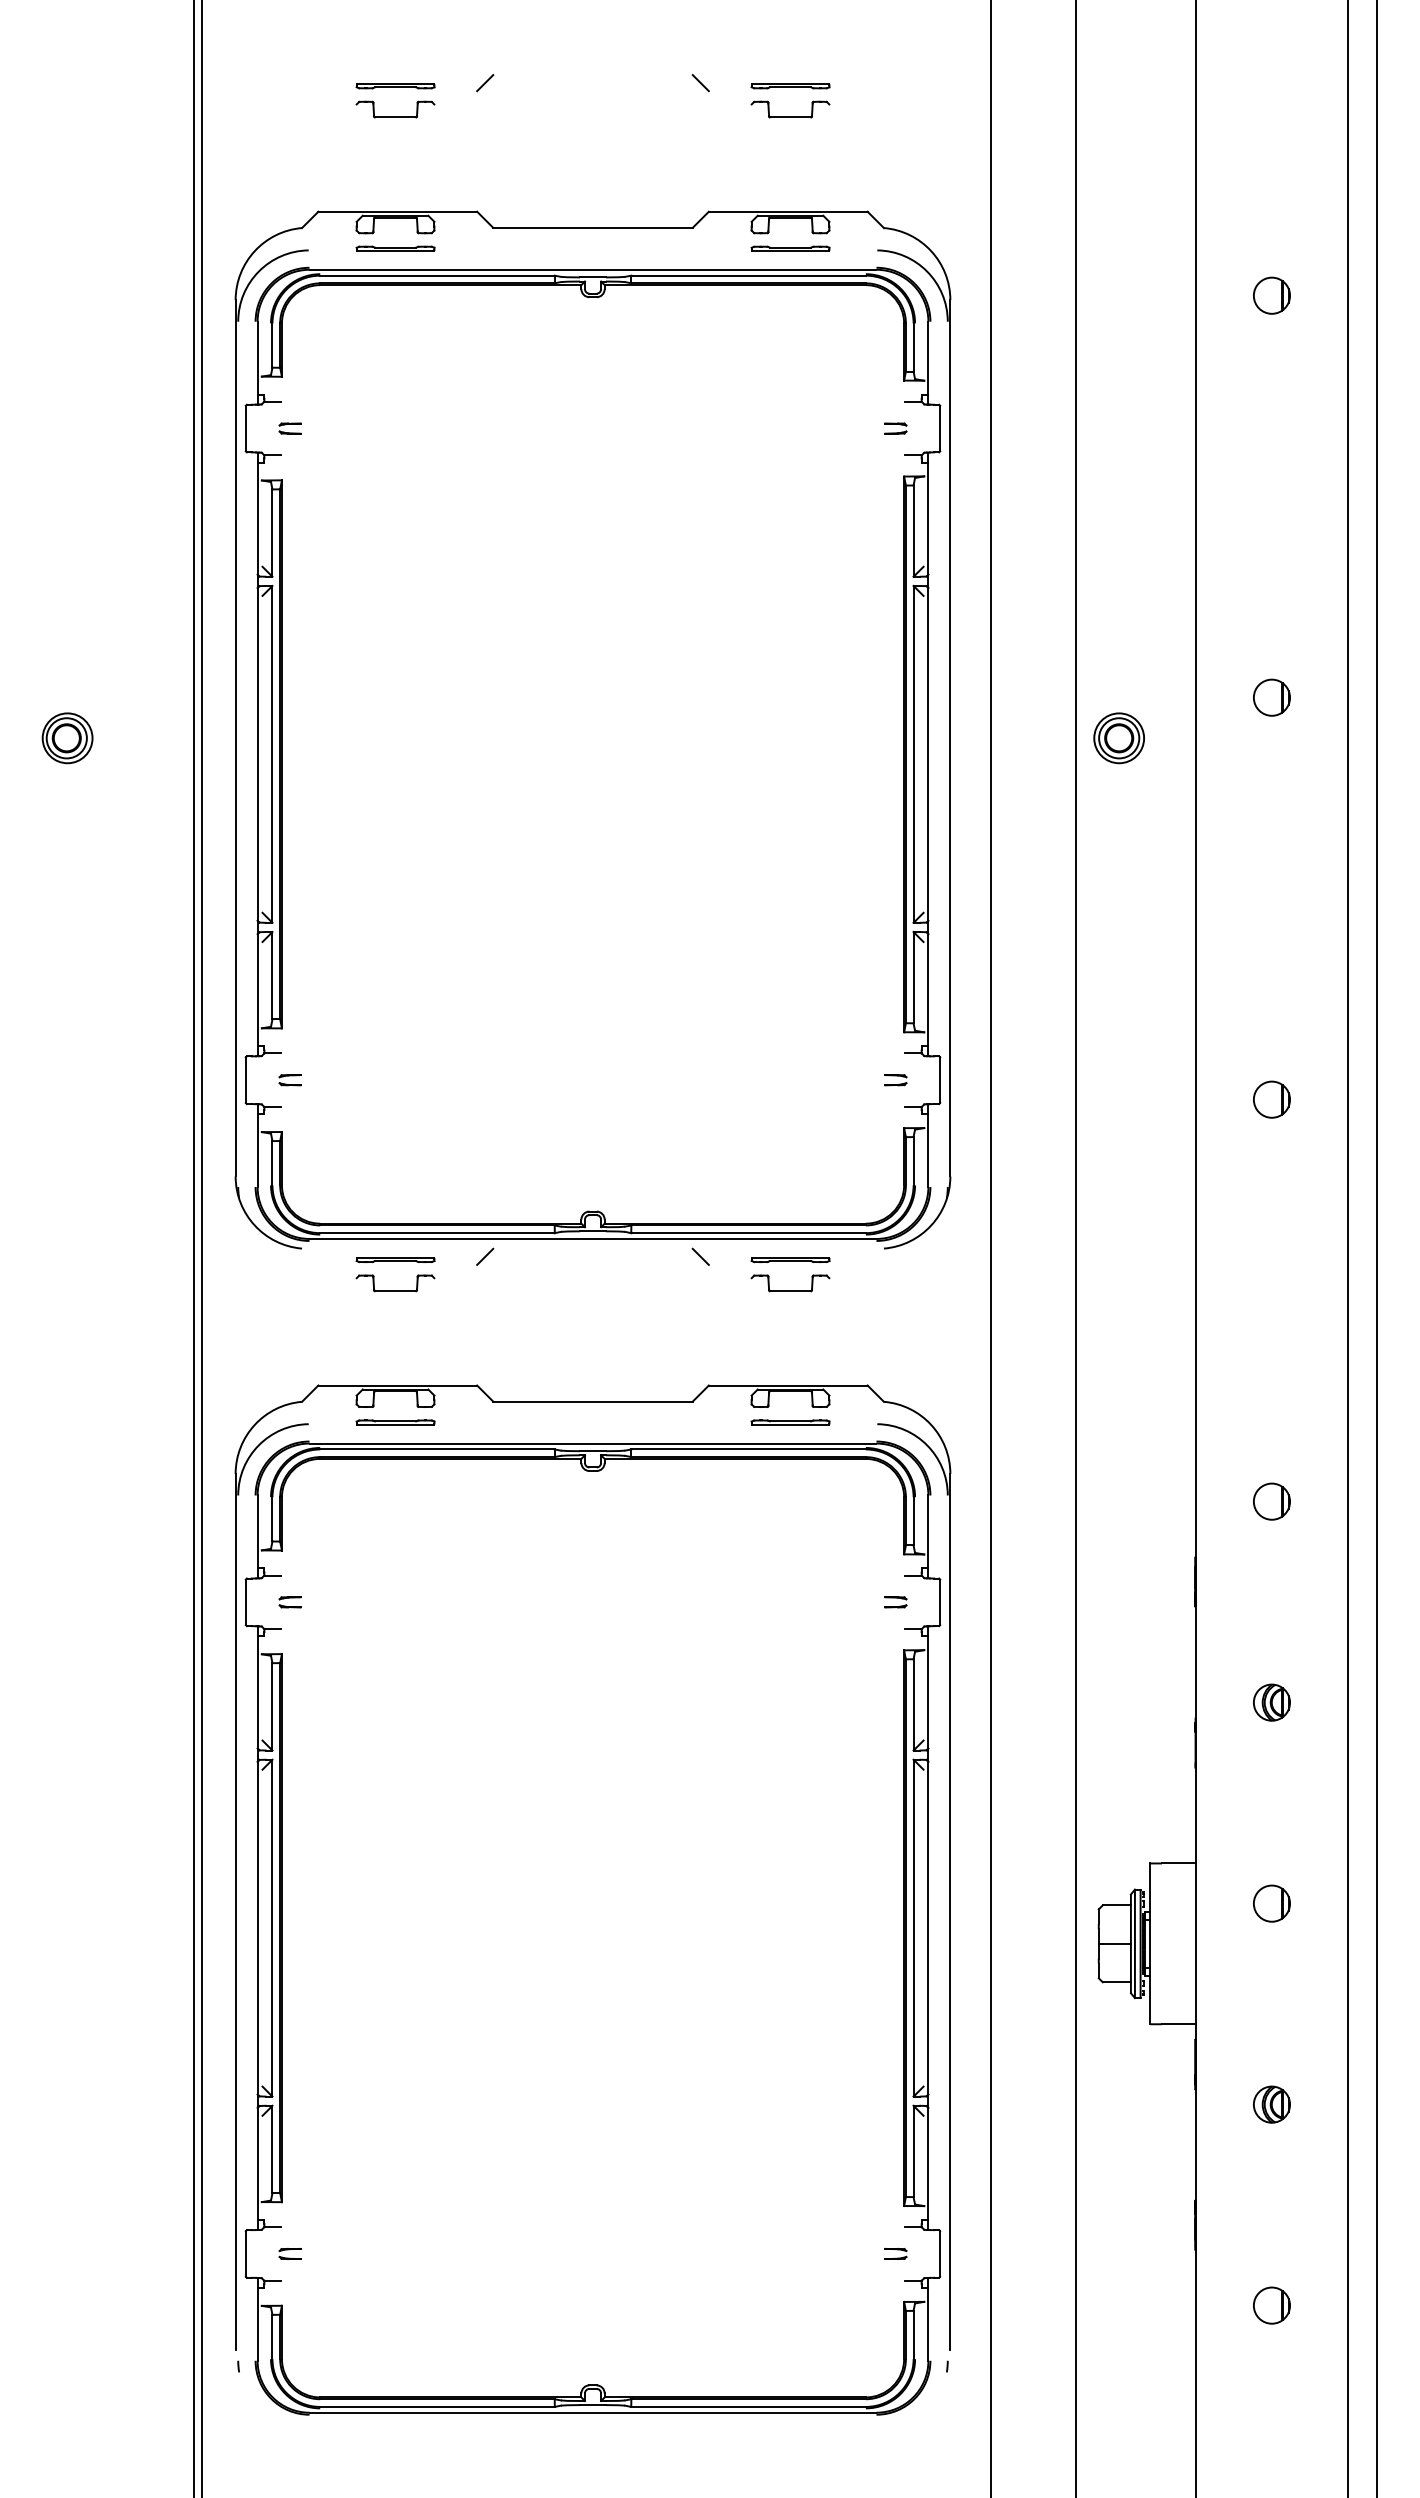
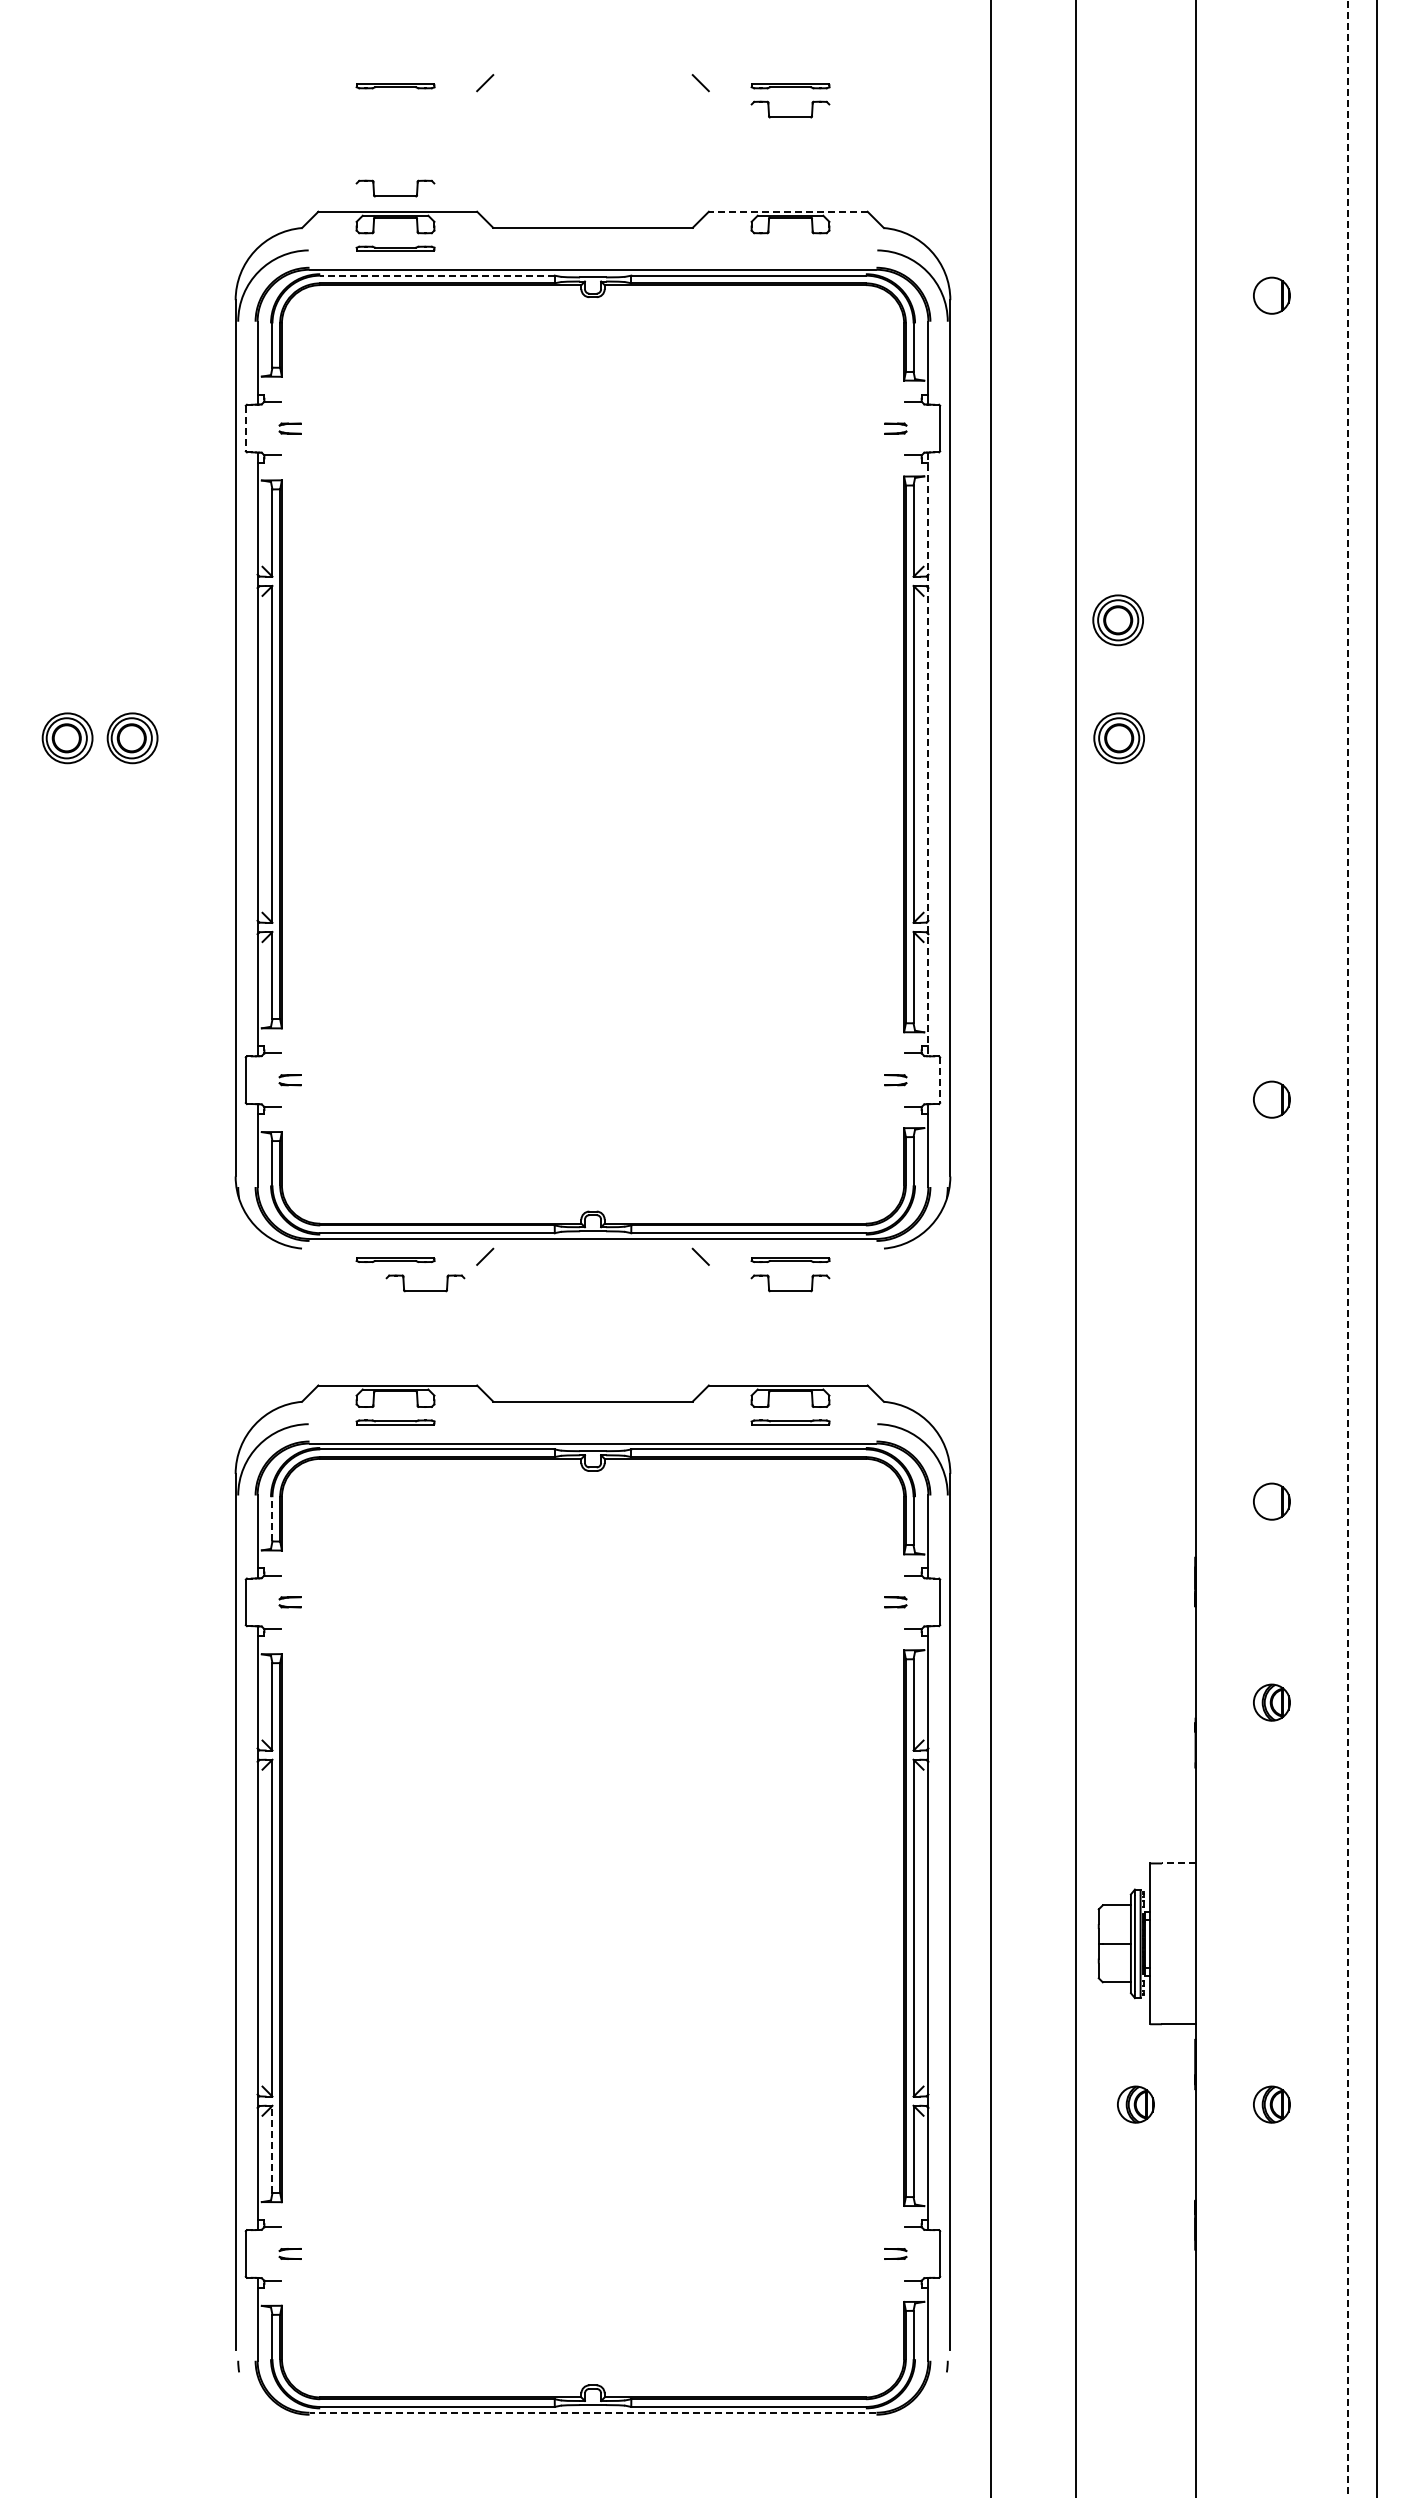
part at (395, 116) position: (395, 116) -> (395, 195)
line at (787, 211): solid -> dashed
part at (790, 248): present -> none
line at (436, 275): solid -> dashed
line at (245, 428): solid -> dashed
part at (1117, 620): none -> present
part at (1271, 697): present -> none
part at (132, 738): none -> present
line at (928, 754): solid -> dashed
line at (940, 1080): solid -> dashed
line at (193, 1248): present -> none
line at (201, 1248): present -> none
line at (1348, 1248): solid -> dashed
part at (395, 1290) position: (395, 1290) -> (425, 1290)
line at (272, 1518): solid -> dashed
line at (1178, 1863): solid -> dashed
part at (1271, 1903): present -> none
part at (1135, 2104): none -> present
line at (272, 2149): solid -> dashed
part at (1271, 2305): present -> none
line at (592, 2412): solid -> dashed
